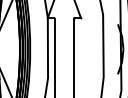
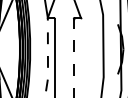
line at (47, 58): solid -> dashed
line at (73, 58): solid -> dashed
